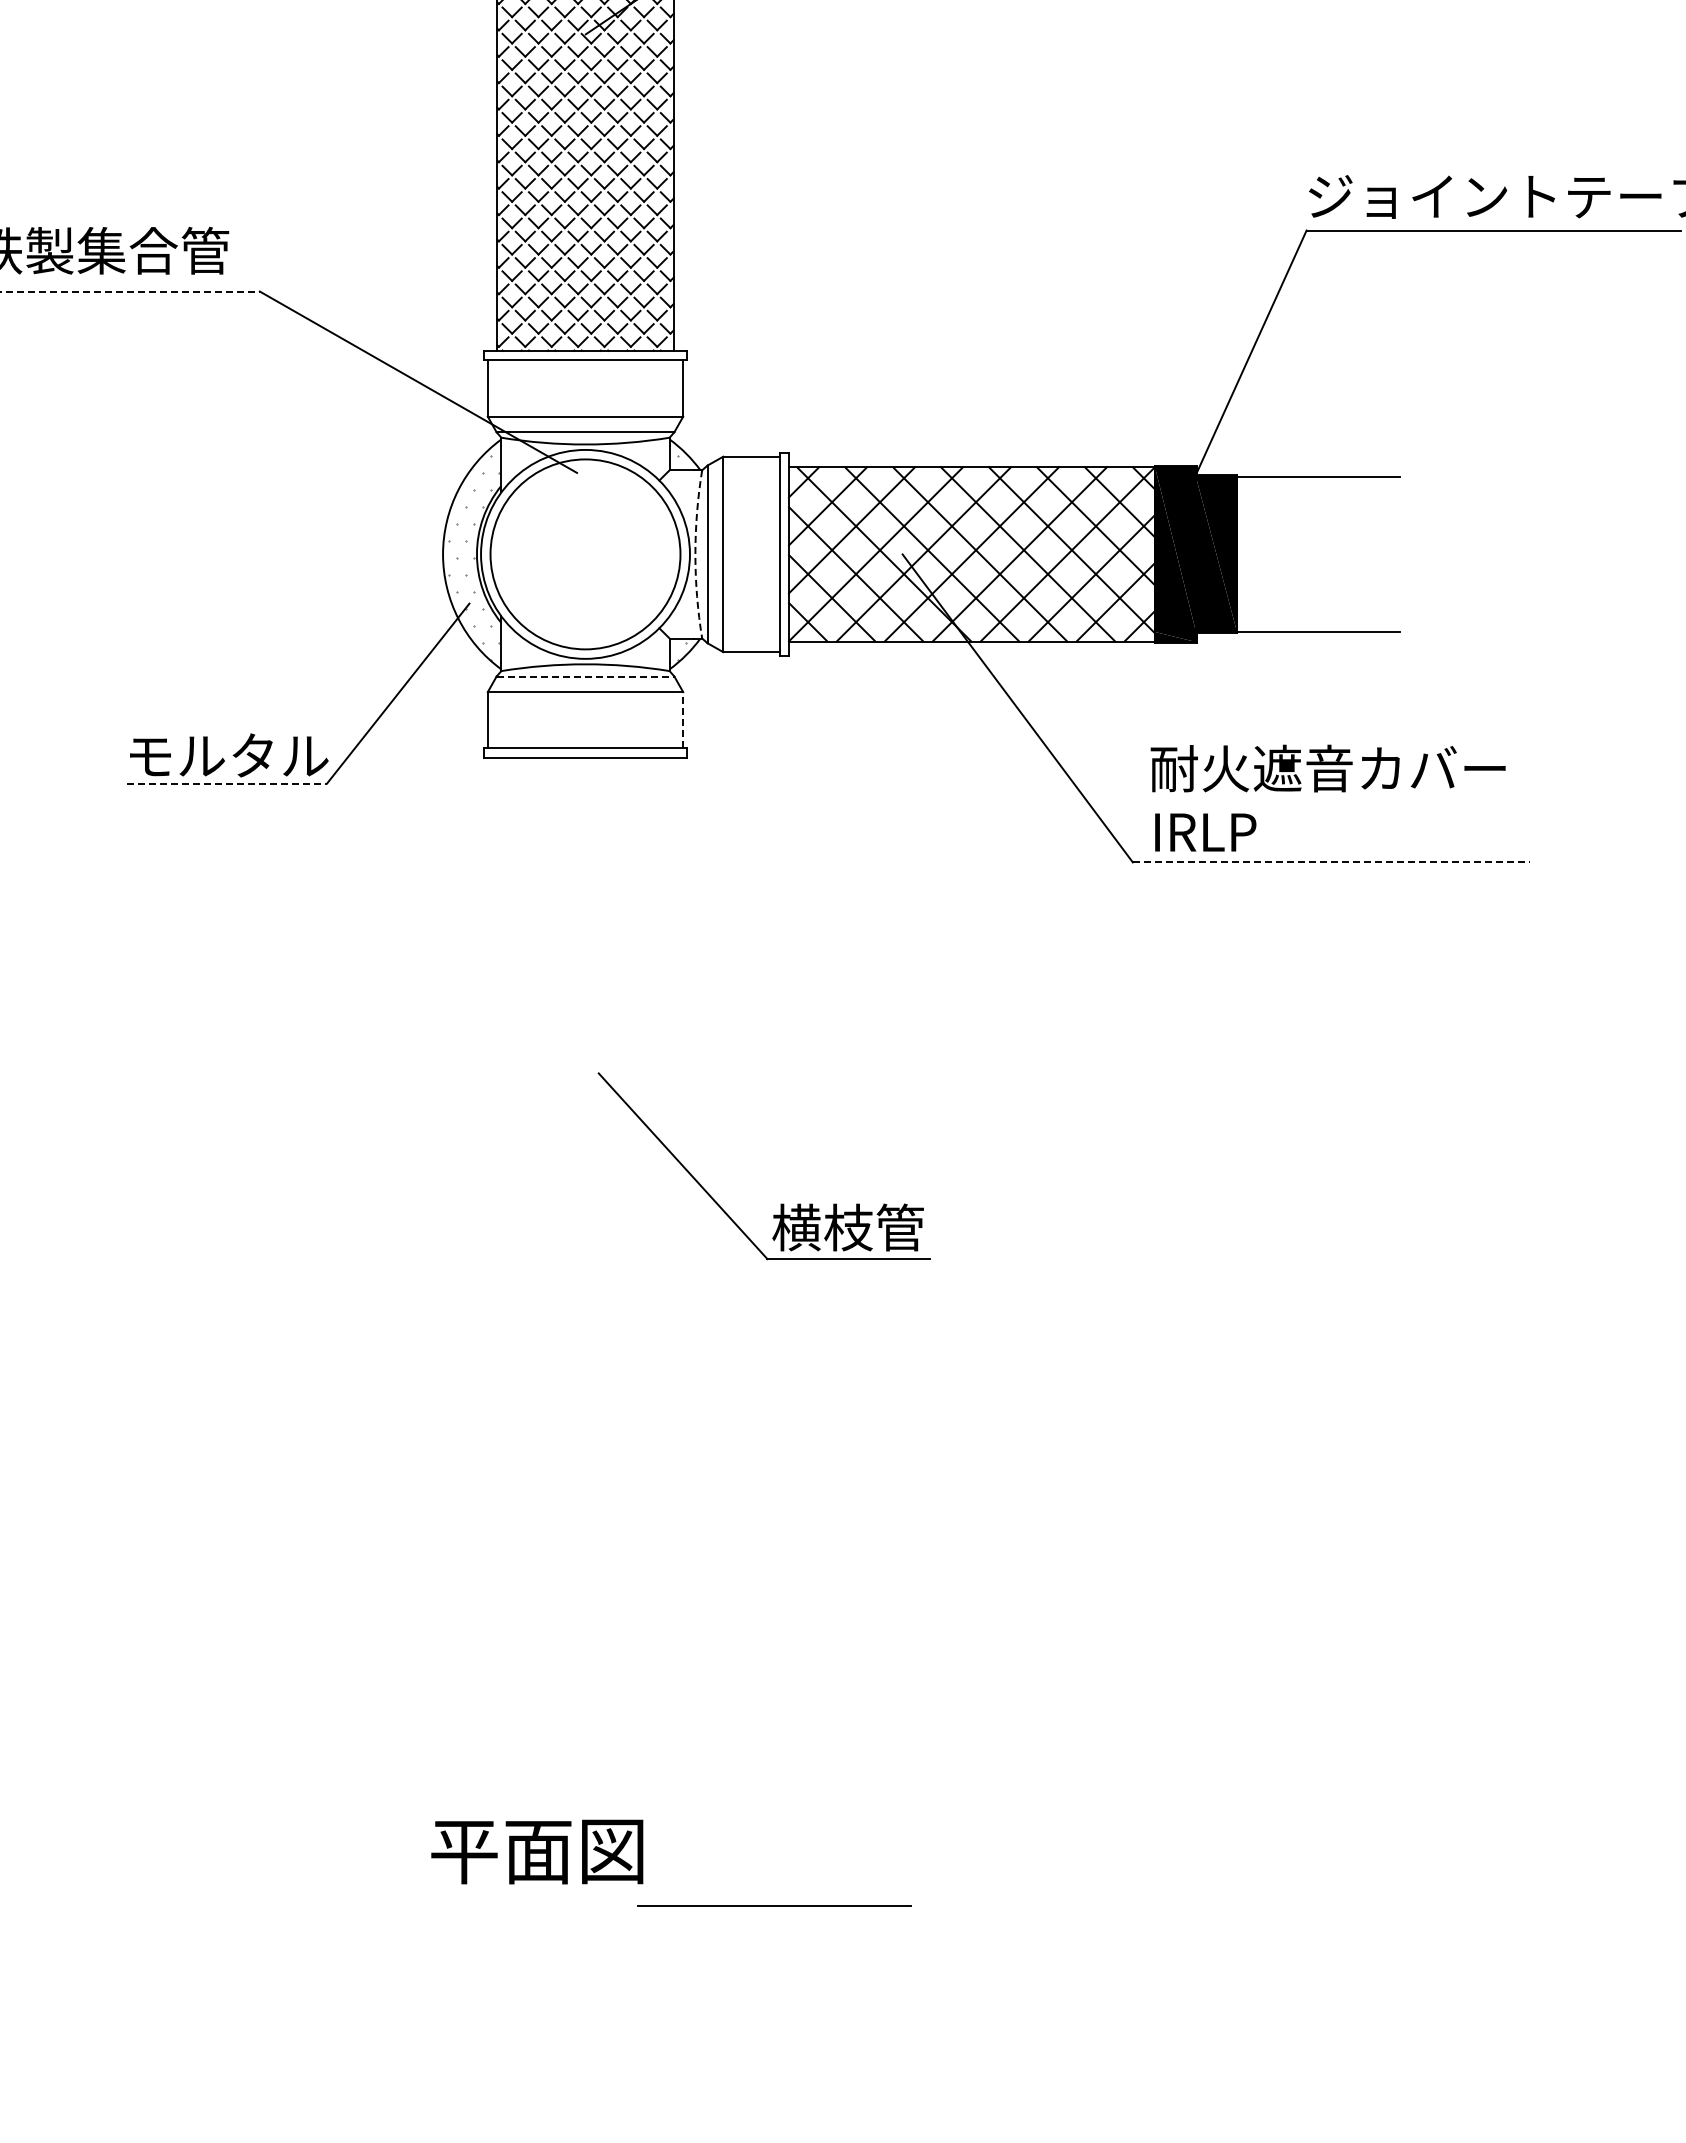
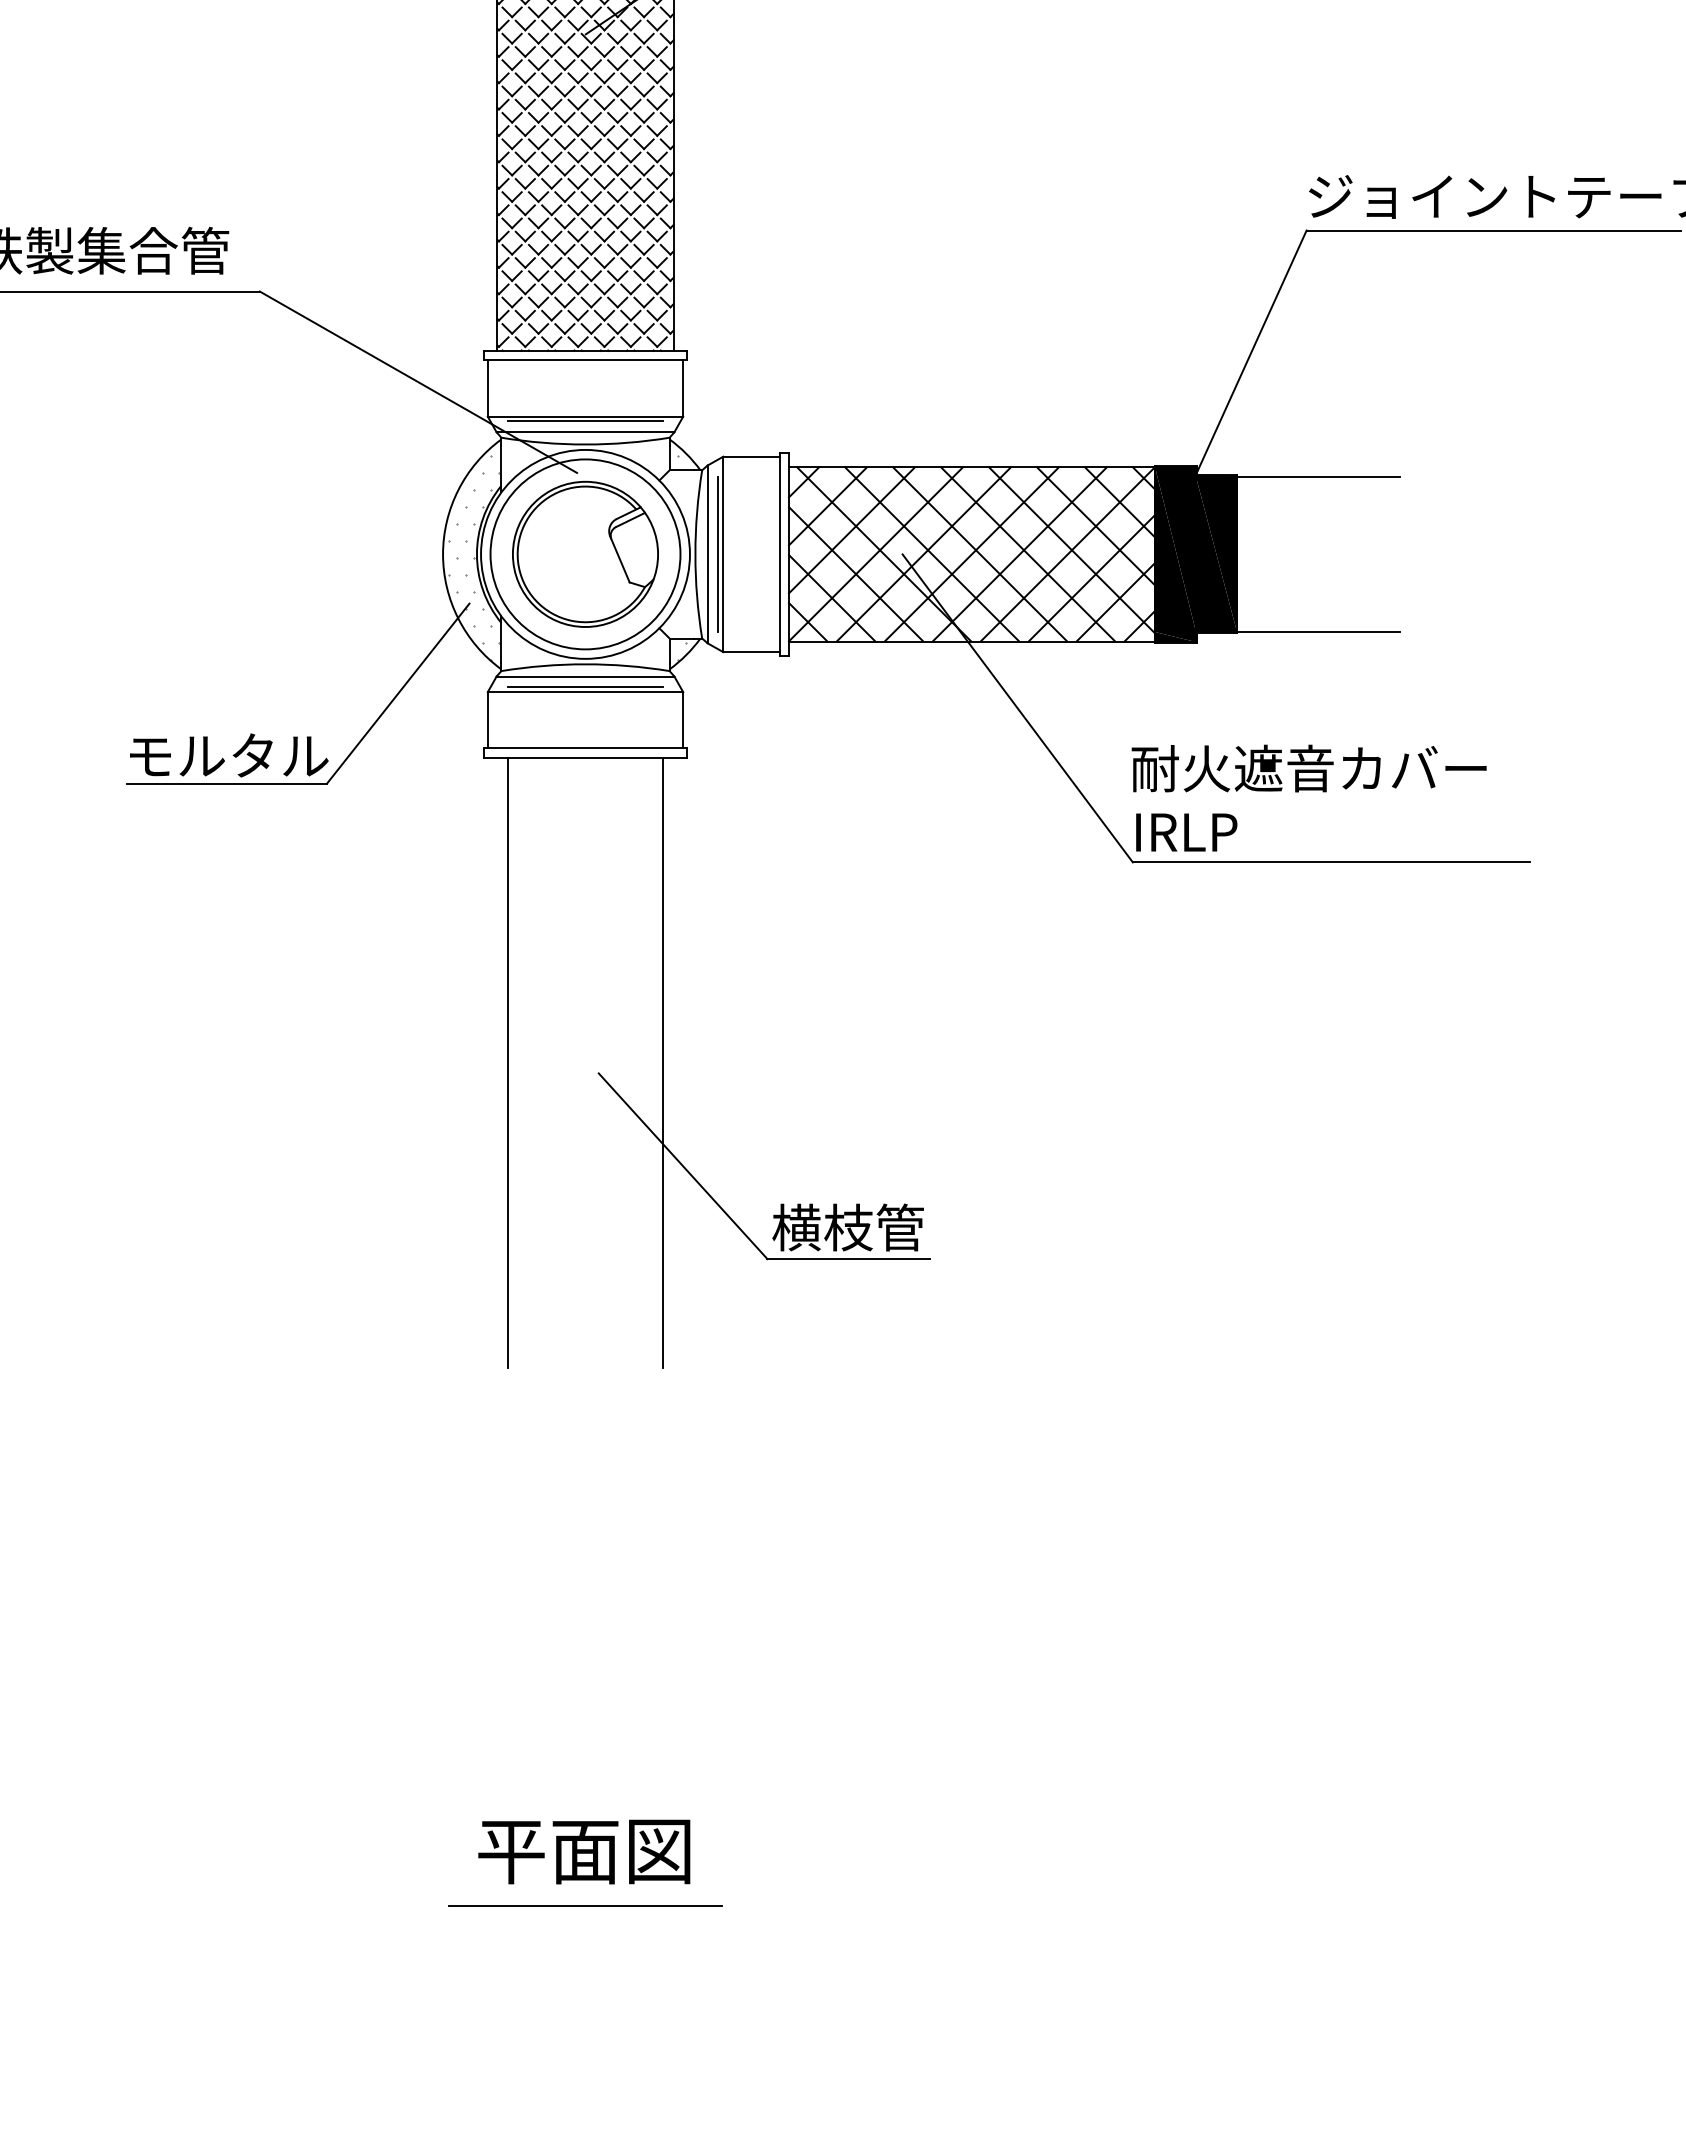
line at (129, 291): dashed -> solid
line at (585, 421): none -> present
part at (585, 553): none -> present
arc at (695, 554): dashed -> solid
line at (718, 554): none -> present
line at (585, 676): dashed -> solid
line at (585, 687): none -> present
line at (683, 719): dashed -> solid
line at (227, 783): dashed -> solid
text at (1327, 797) position: (1327, 797) -> (1308, 797)
line at (1331, 862): dashed -> solid
line at (507, 1062): none -> present
line at (663, 1062): none -> present
text at (537, 1851) position: (537, 1851) -> (584, 1851)
line at (774, 1905) position: (774, 1905) -> (585, 1905)
